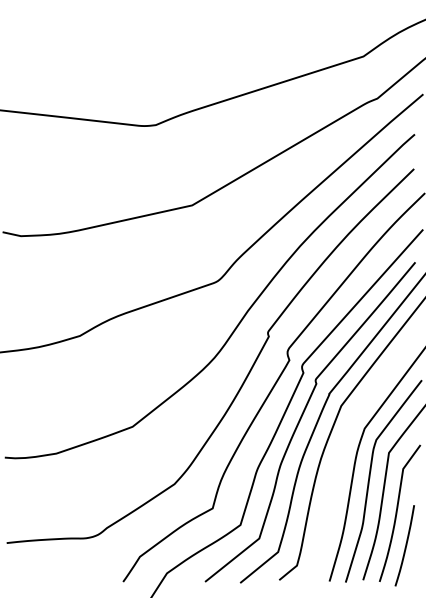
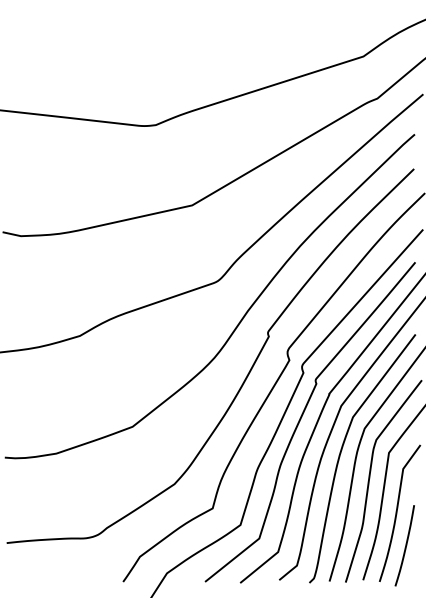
curve at (342, 450): none -> present
